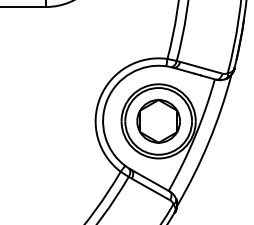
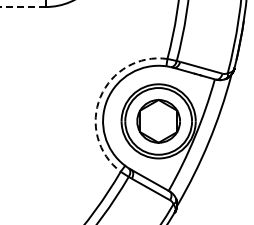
line at (22, 7): solid -> dashed
arc at (100, 97): solid -> dashed
